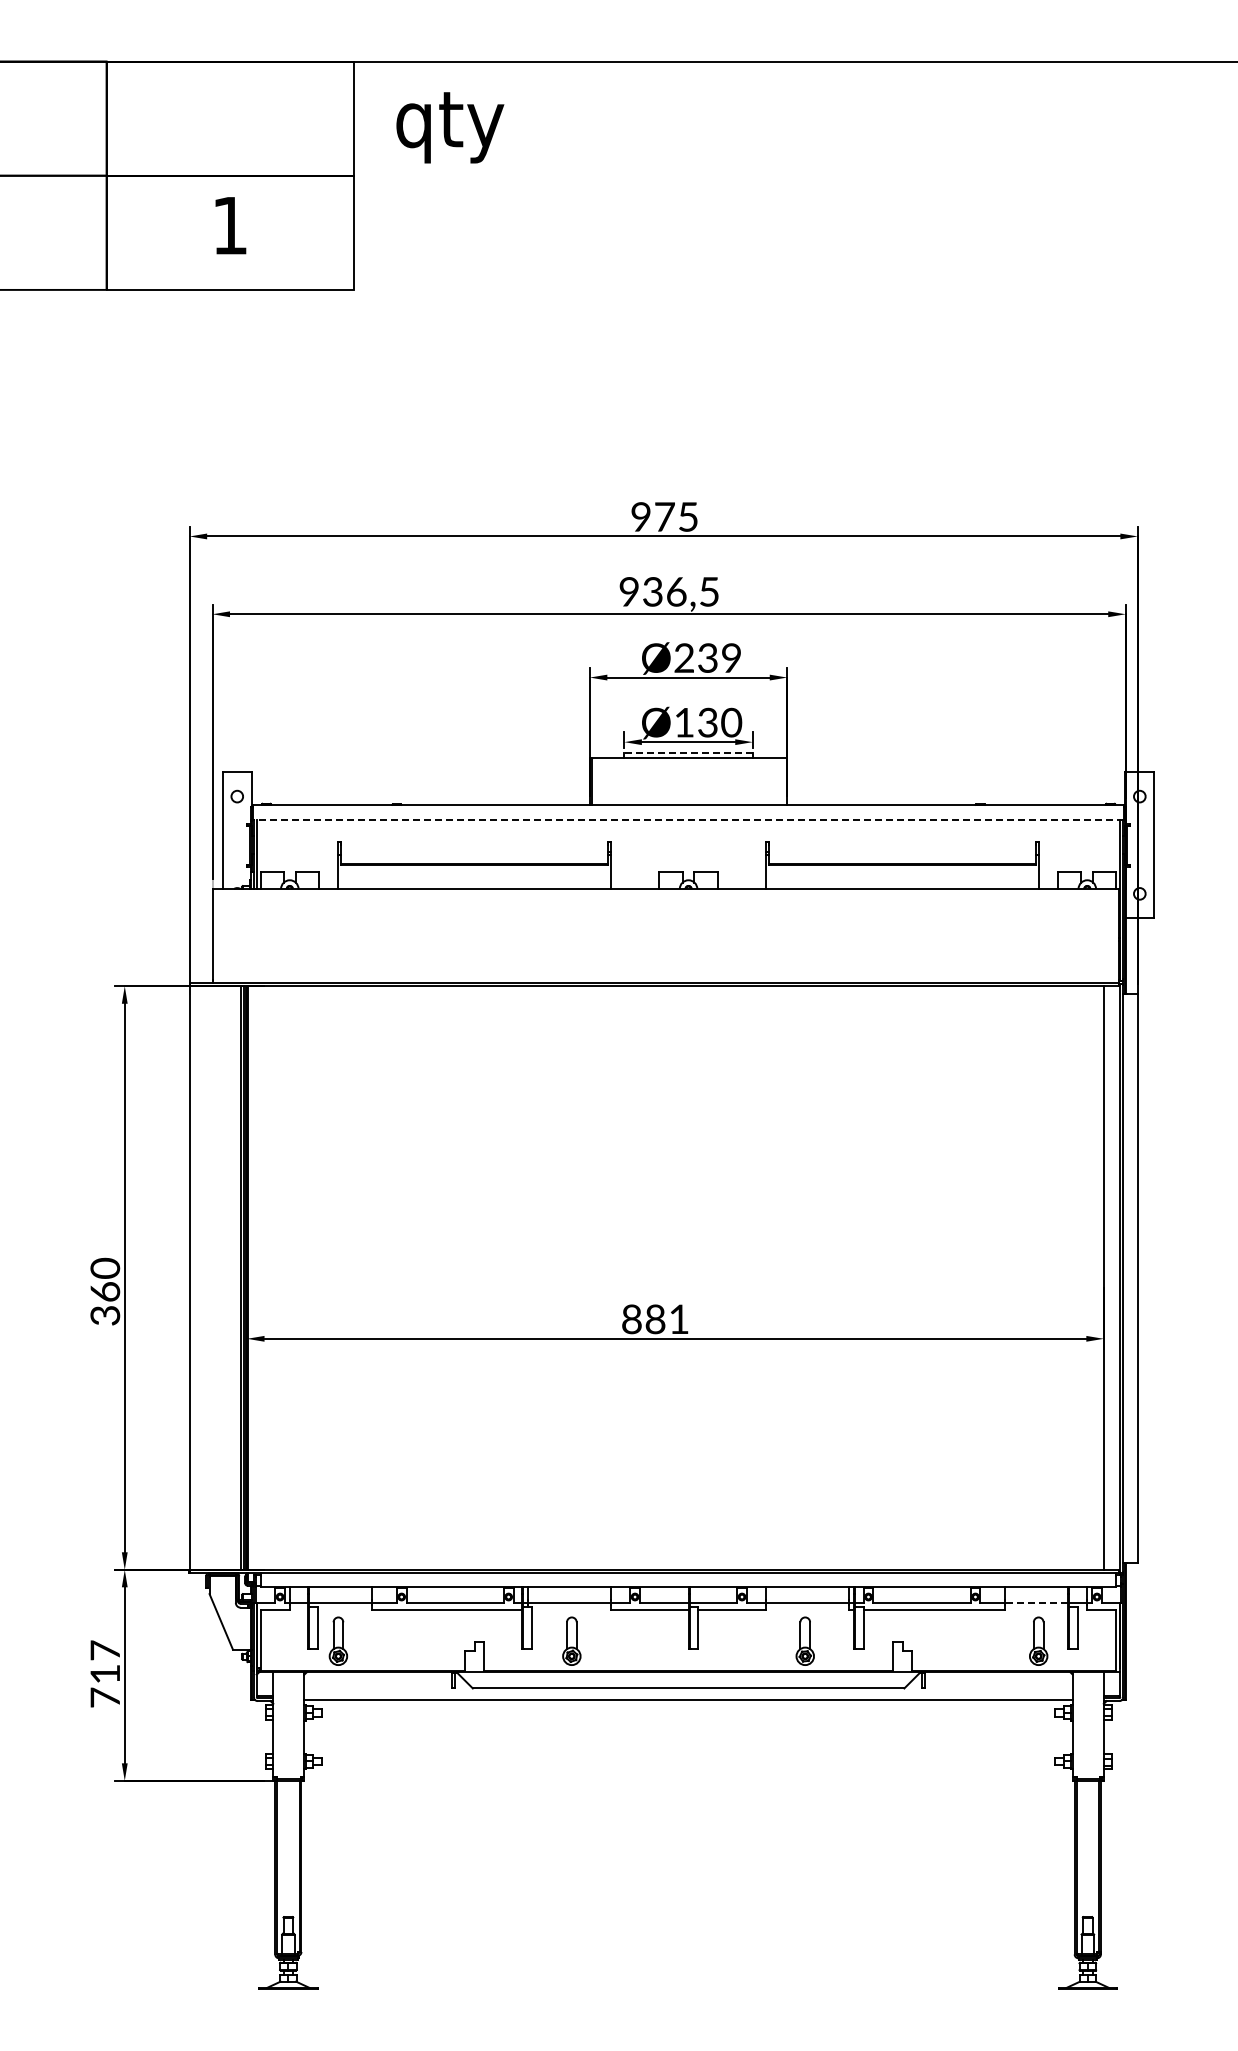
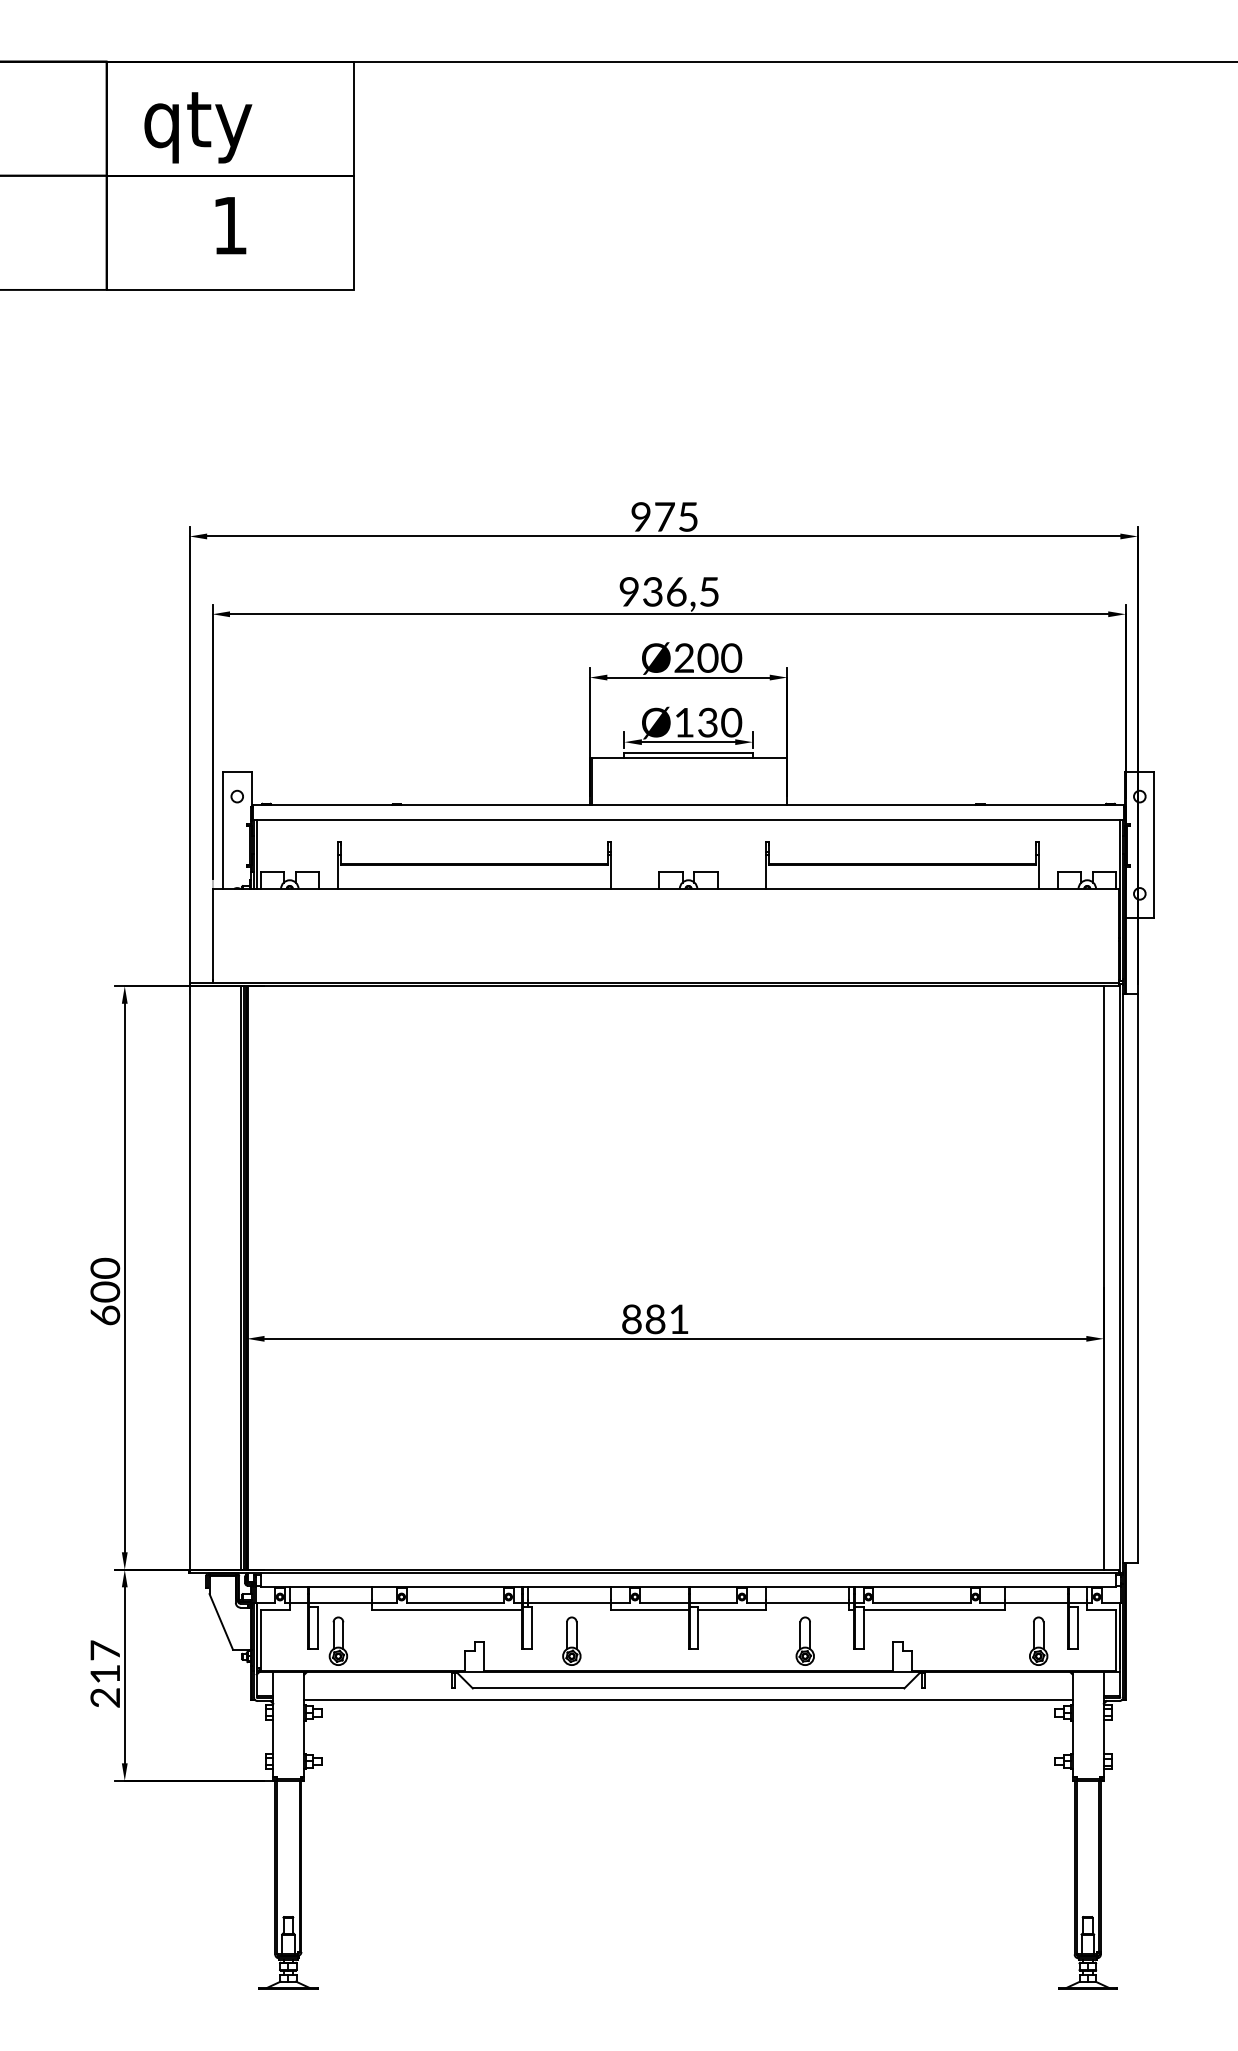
text at (450, 127) position: (450, 127) -> (198, 127)
text at (719, 657): Ø239 -> Ø200
line at (688, 752): dashed -> solid
line at (688, 819): dashed -> solid
text at (104, 1303): 360 -> 600
line at (1036, 1603): dashed -> solid
text at (104, 1697): 717 -> 217
